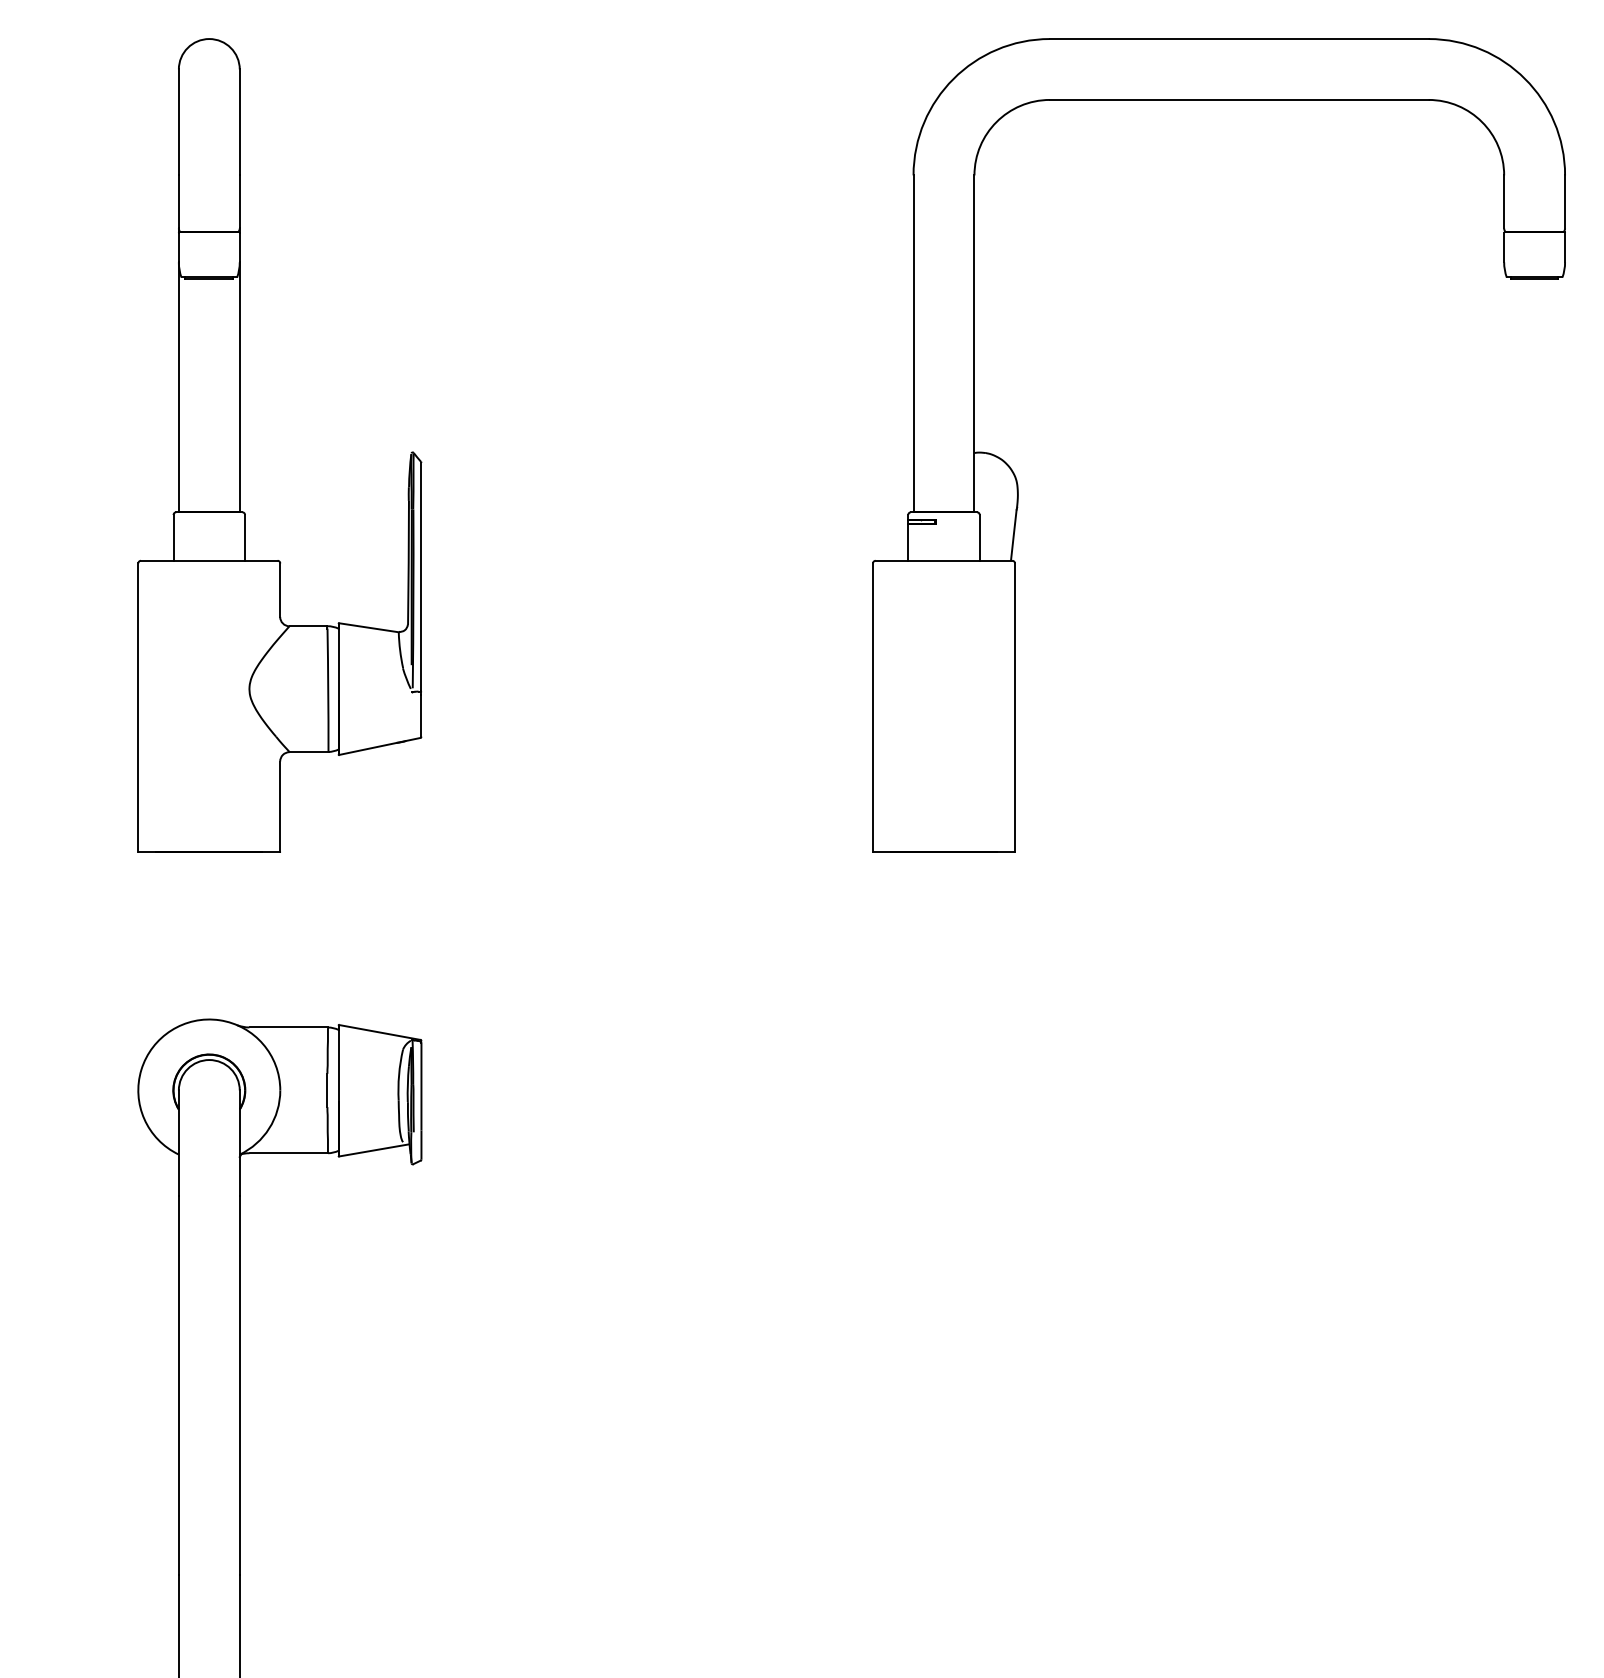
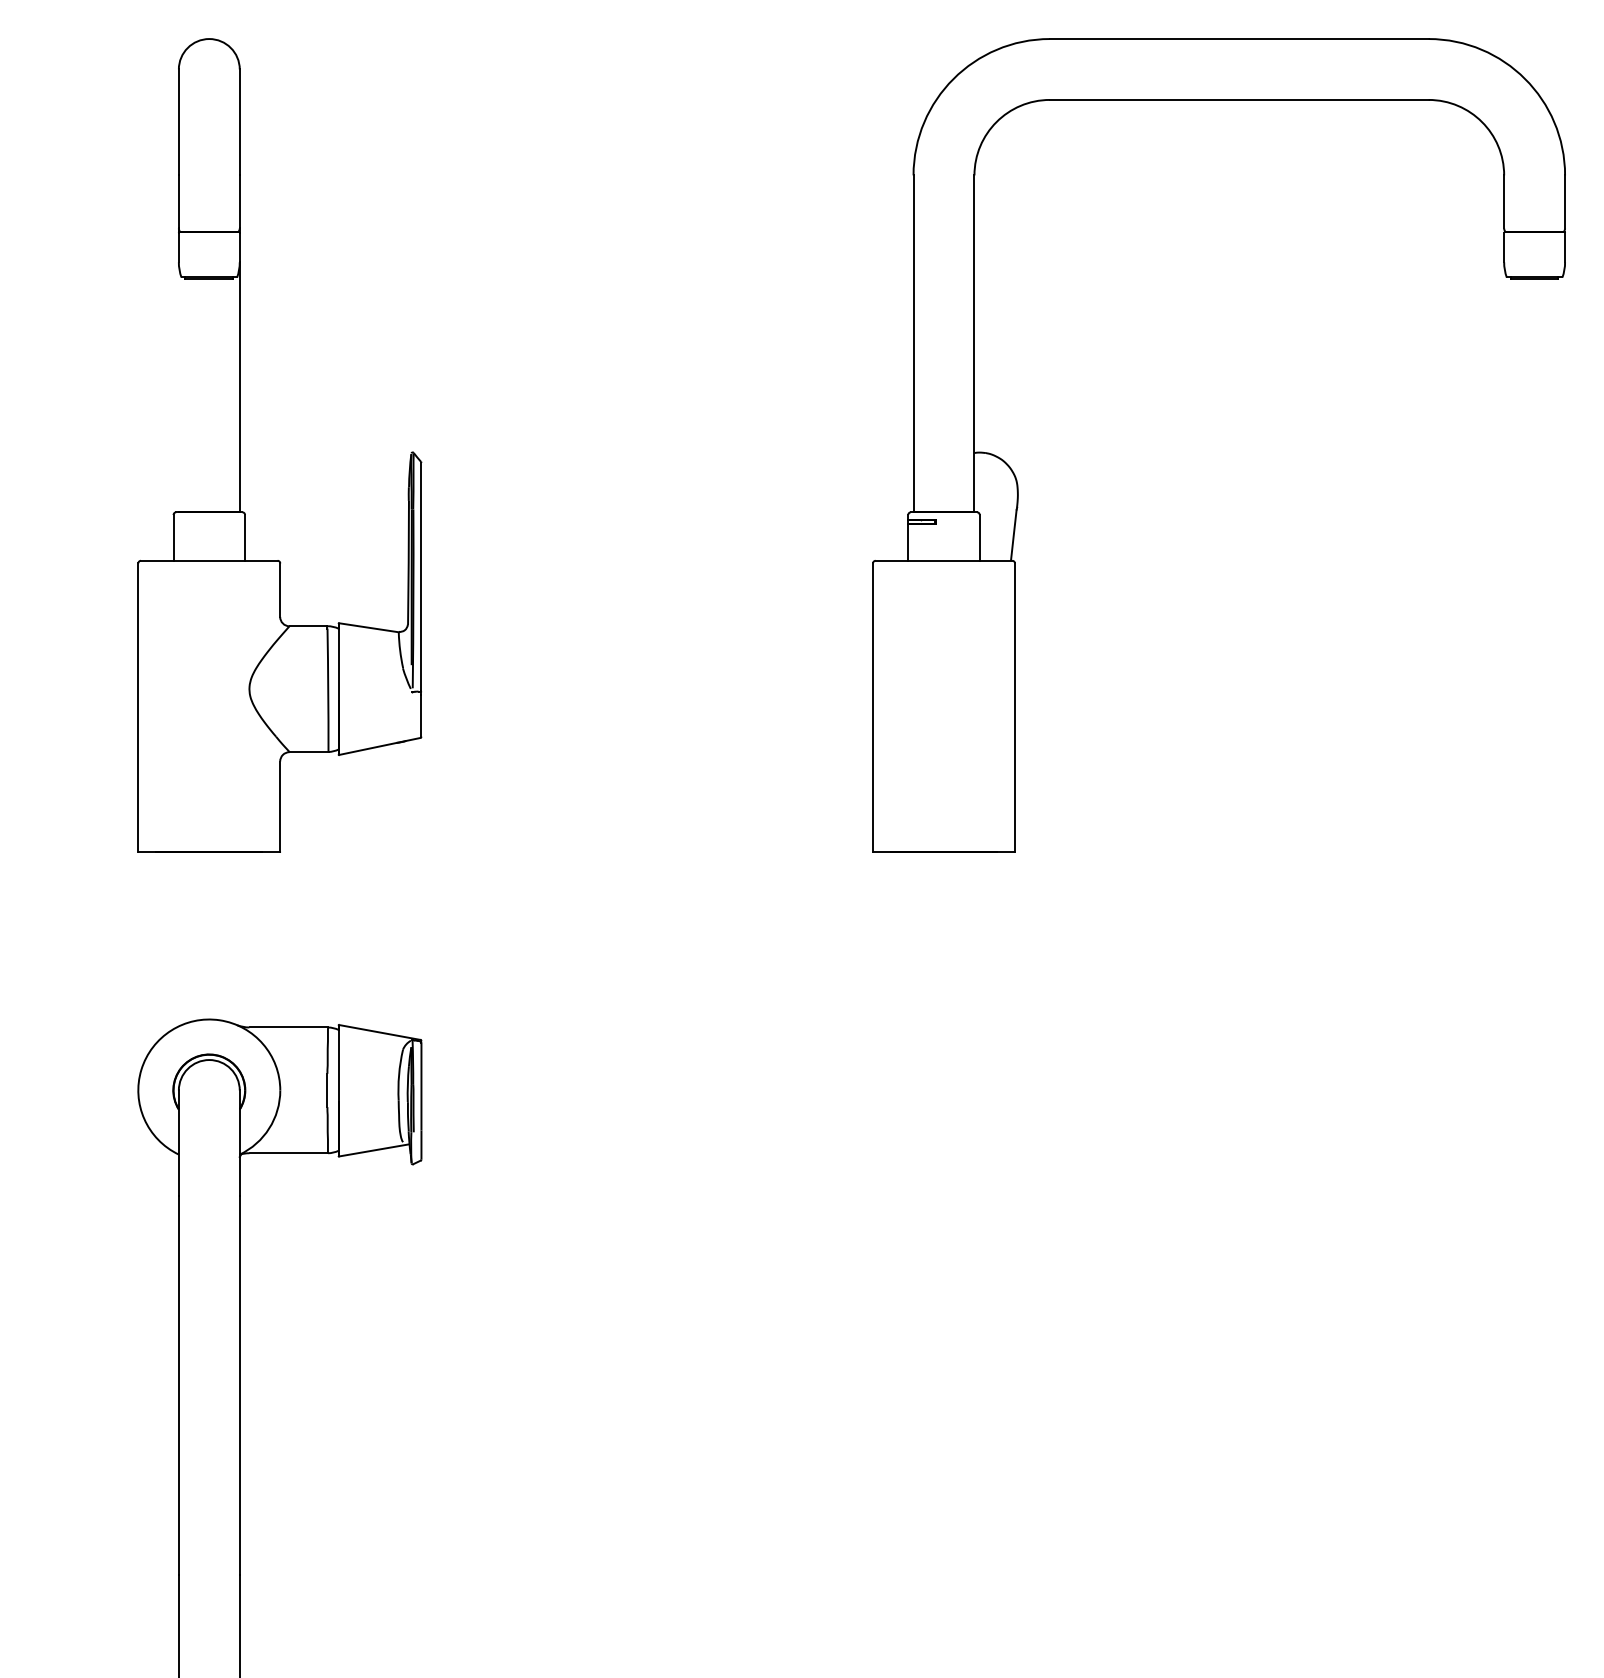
line at (178, 386): present -> none
